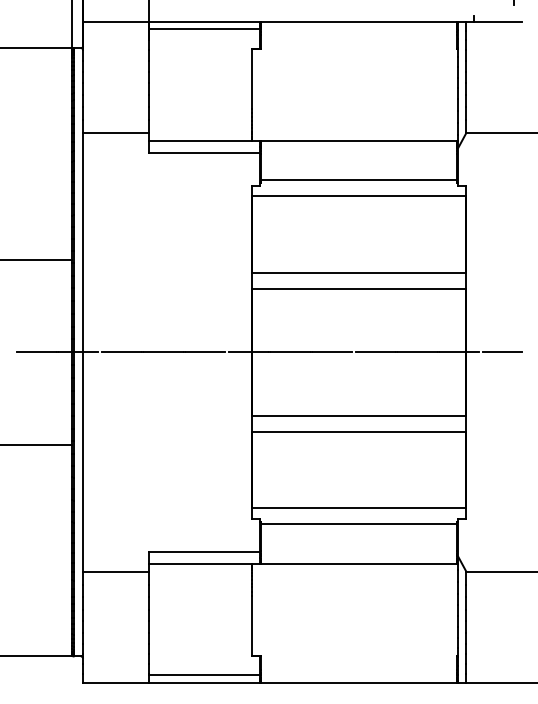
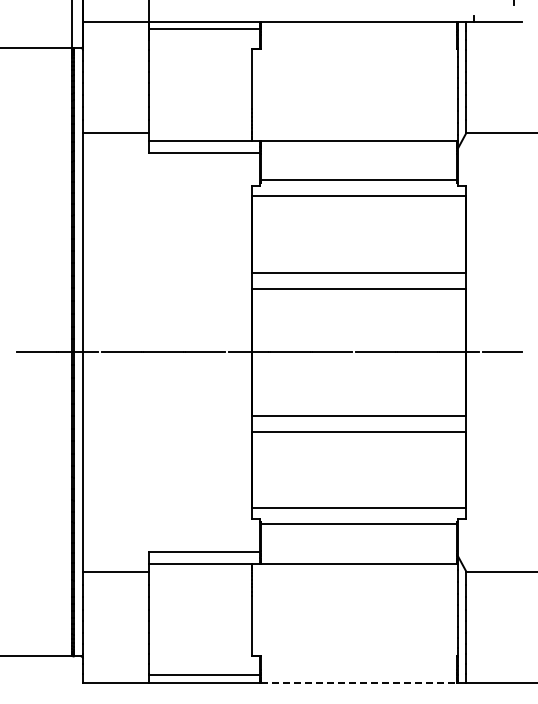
line at (37, 259): present -> none
line at (37, 444): present -> none
line at (359, 682): solid -> dashed
